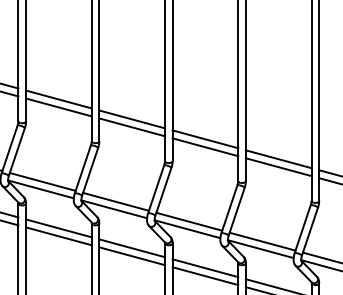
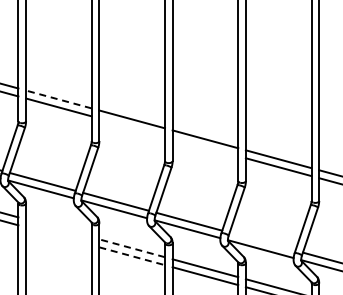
line at (58, 99): solid -> dashed
line at (131, 127): present -> none
line at (205, 147): present -> none
line at (58, 228): present -> none
line at (58, 236): present -> none
line at (262, 241): present -> none
line at (132, 248): solid -> dashed
line at (132, 256): solid -> dashed
